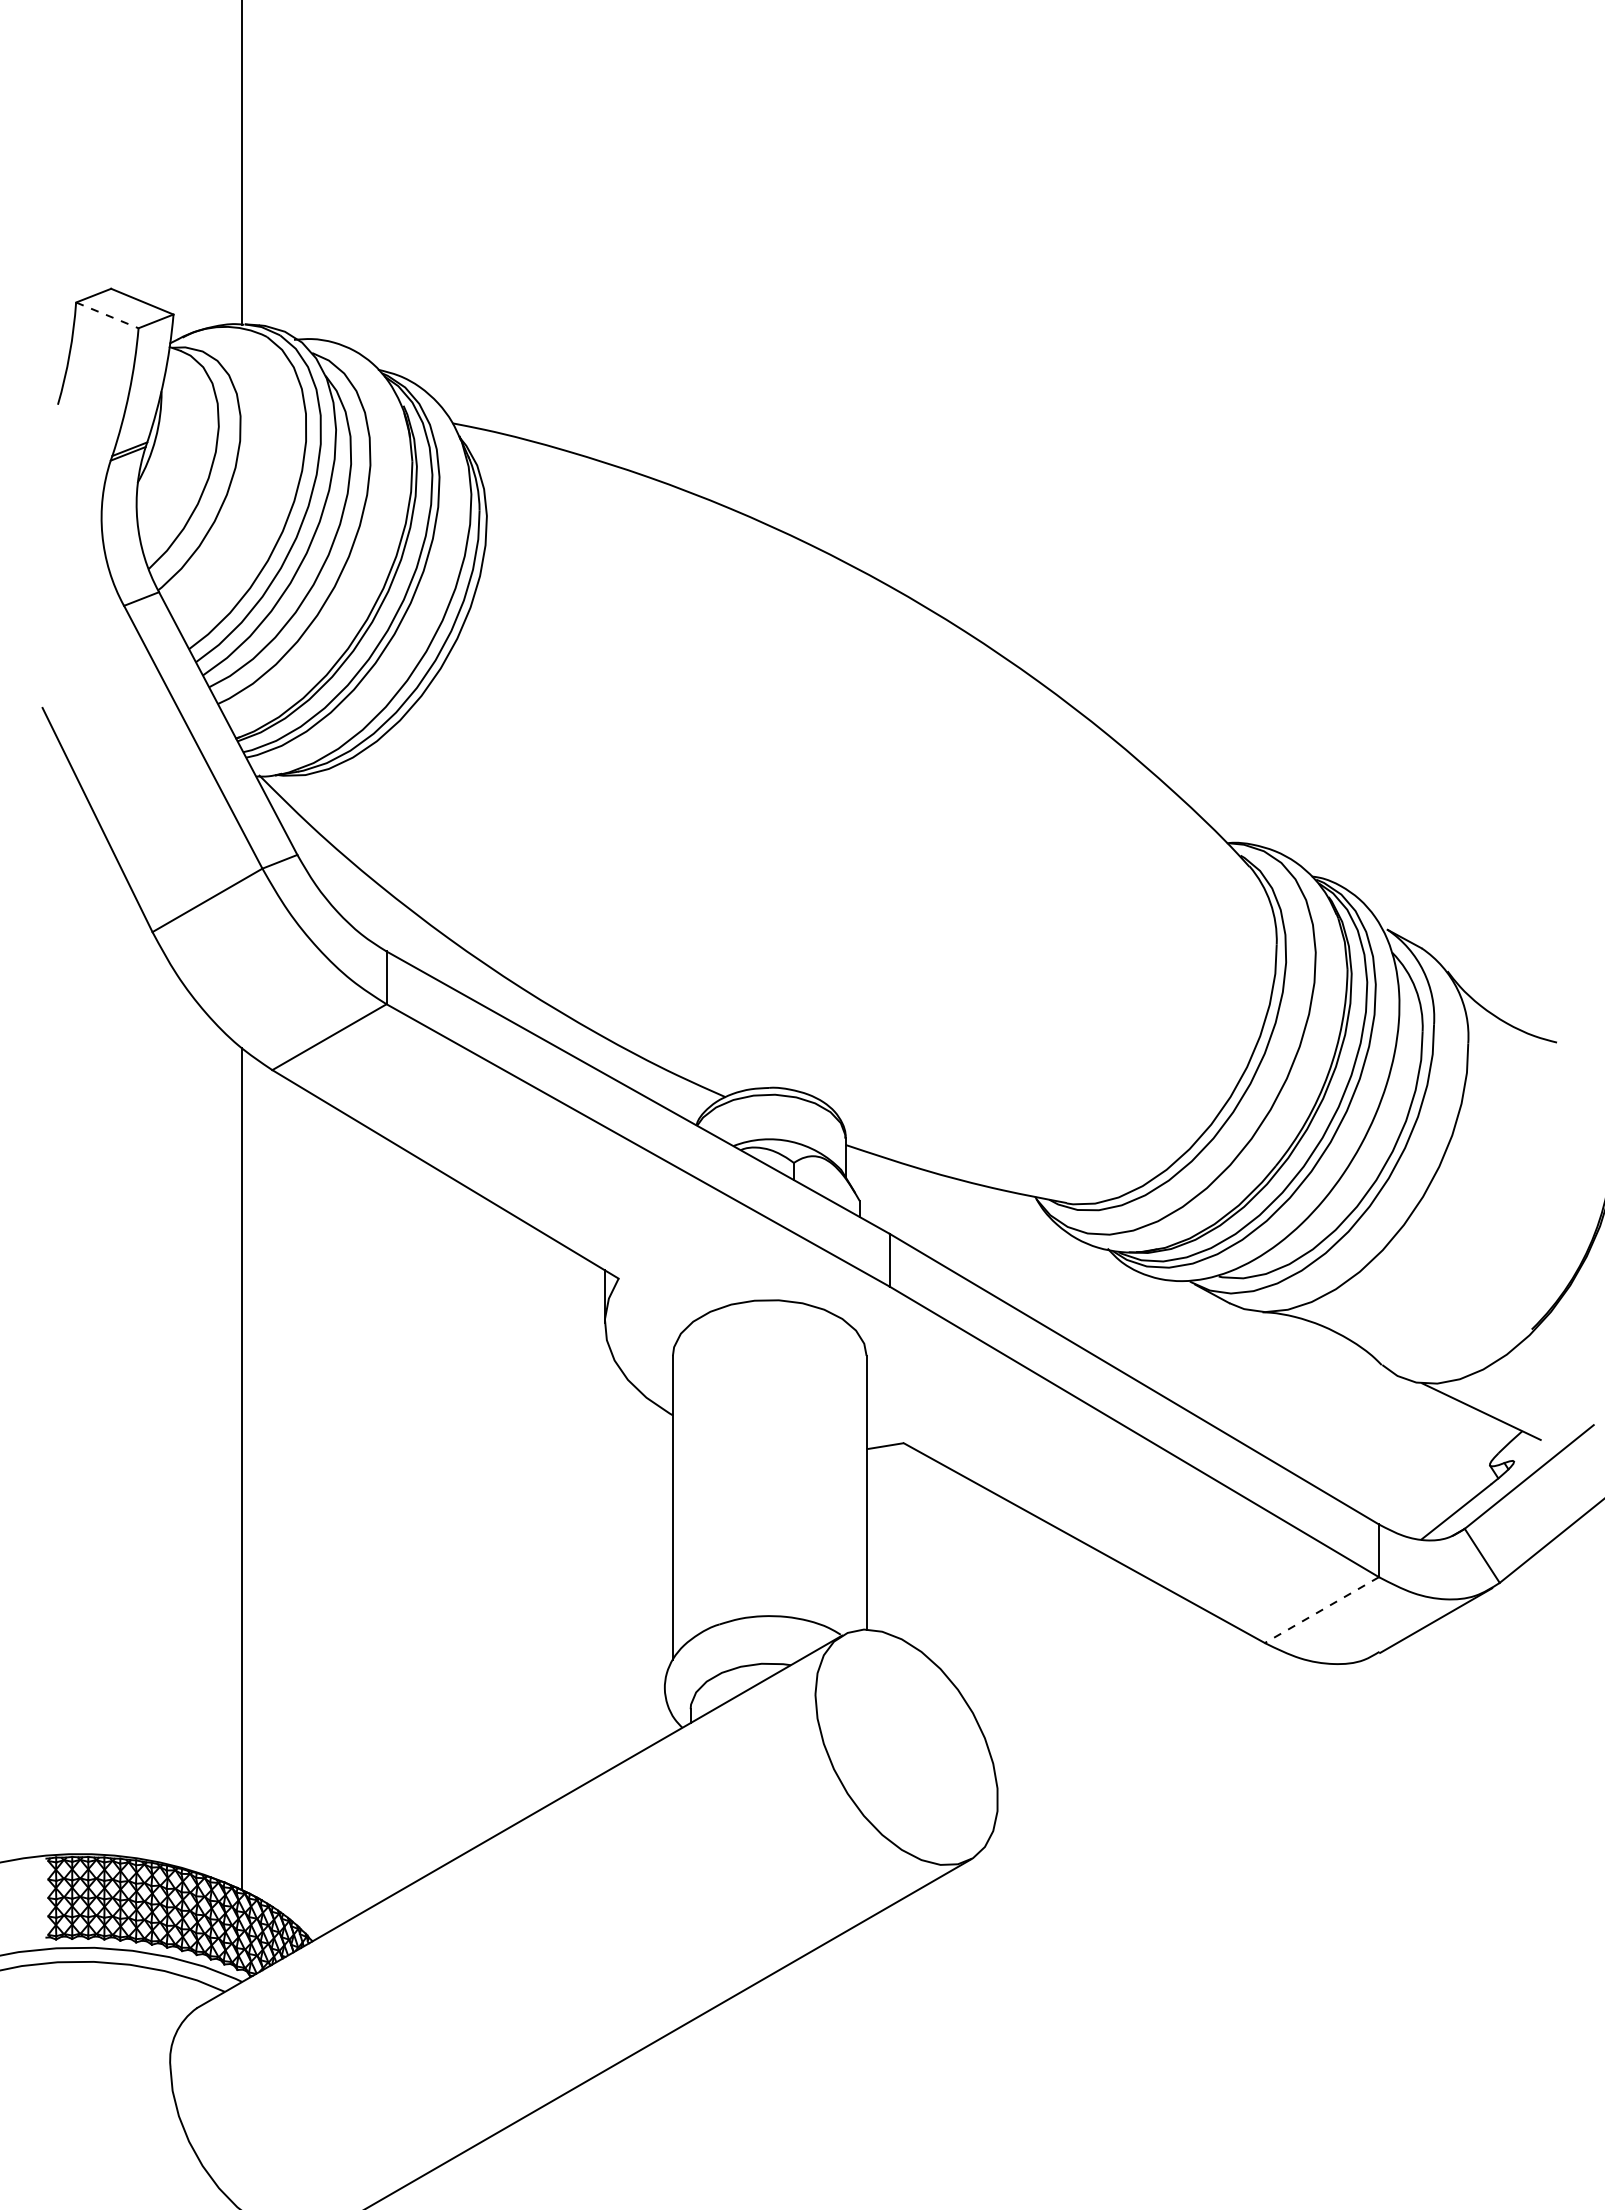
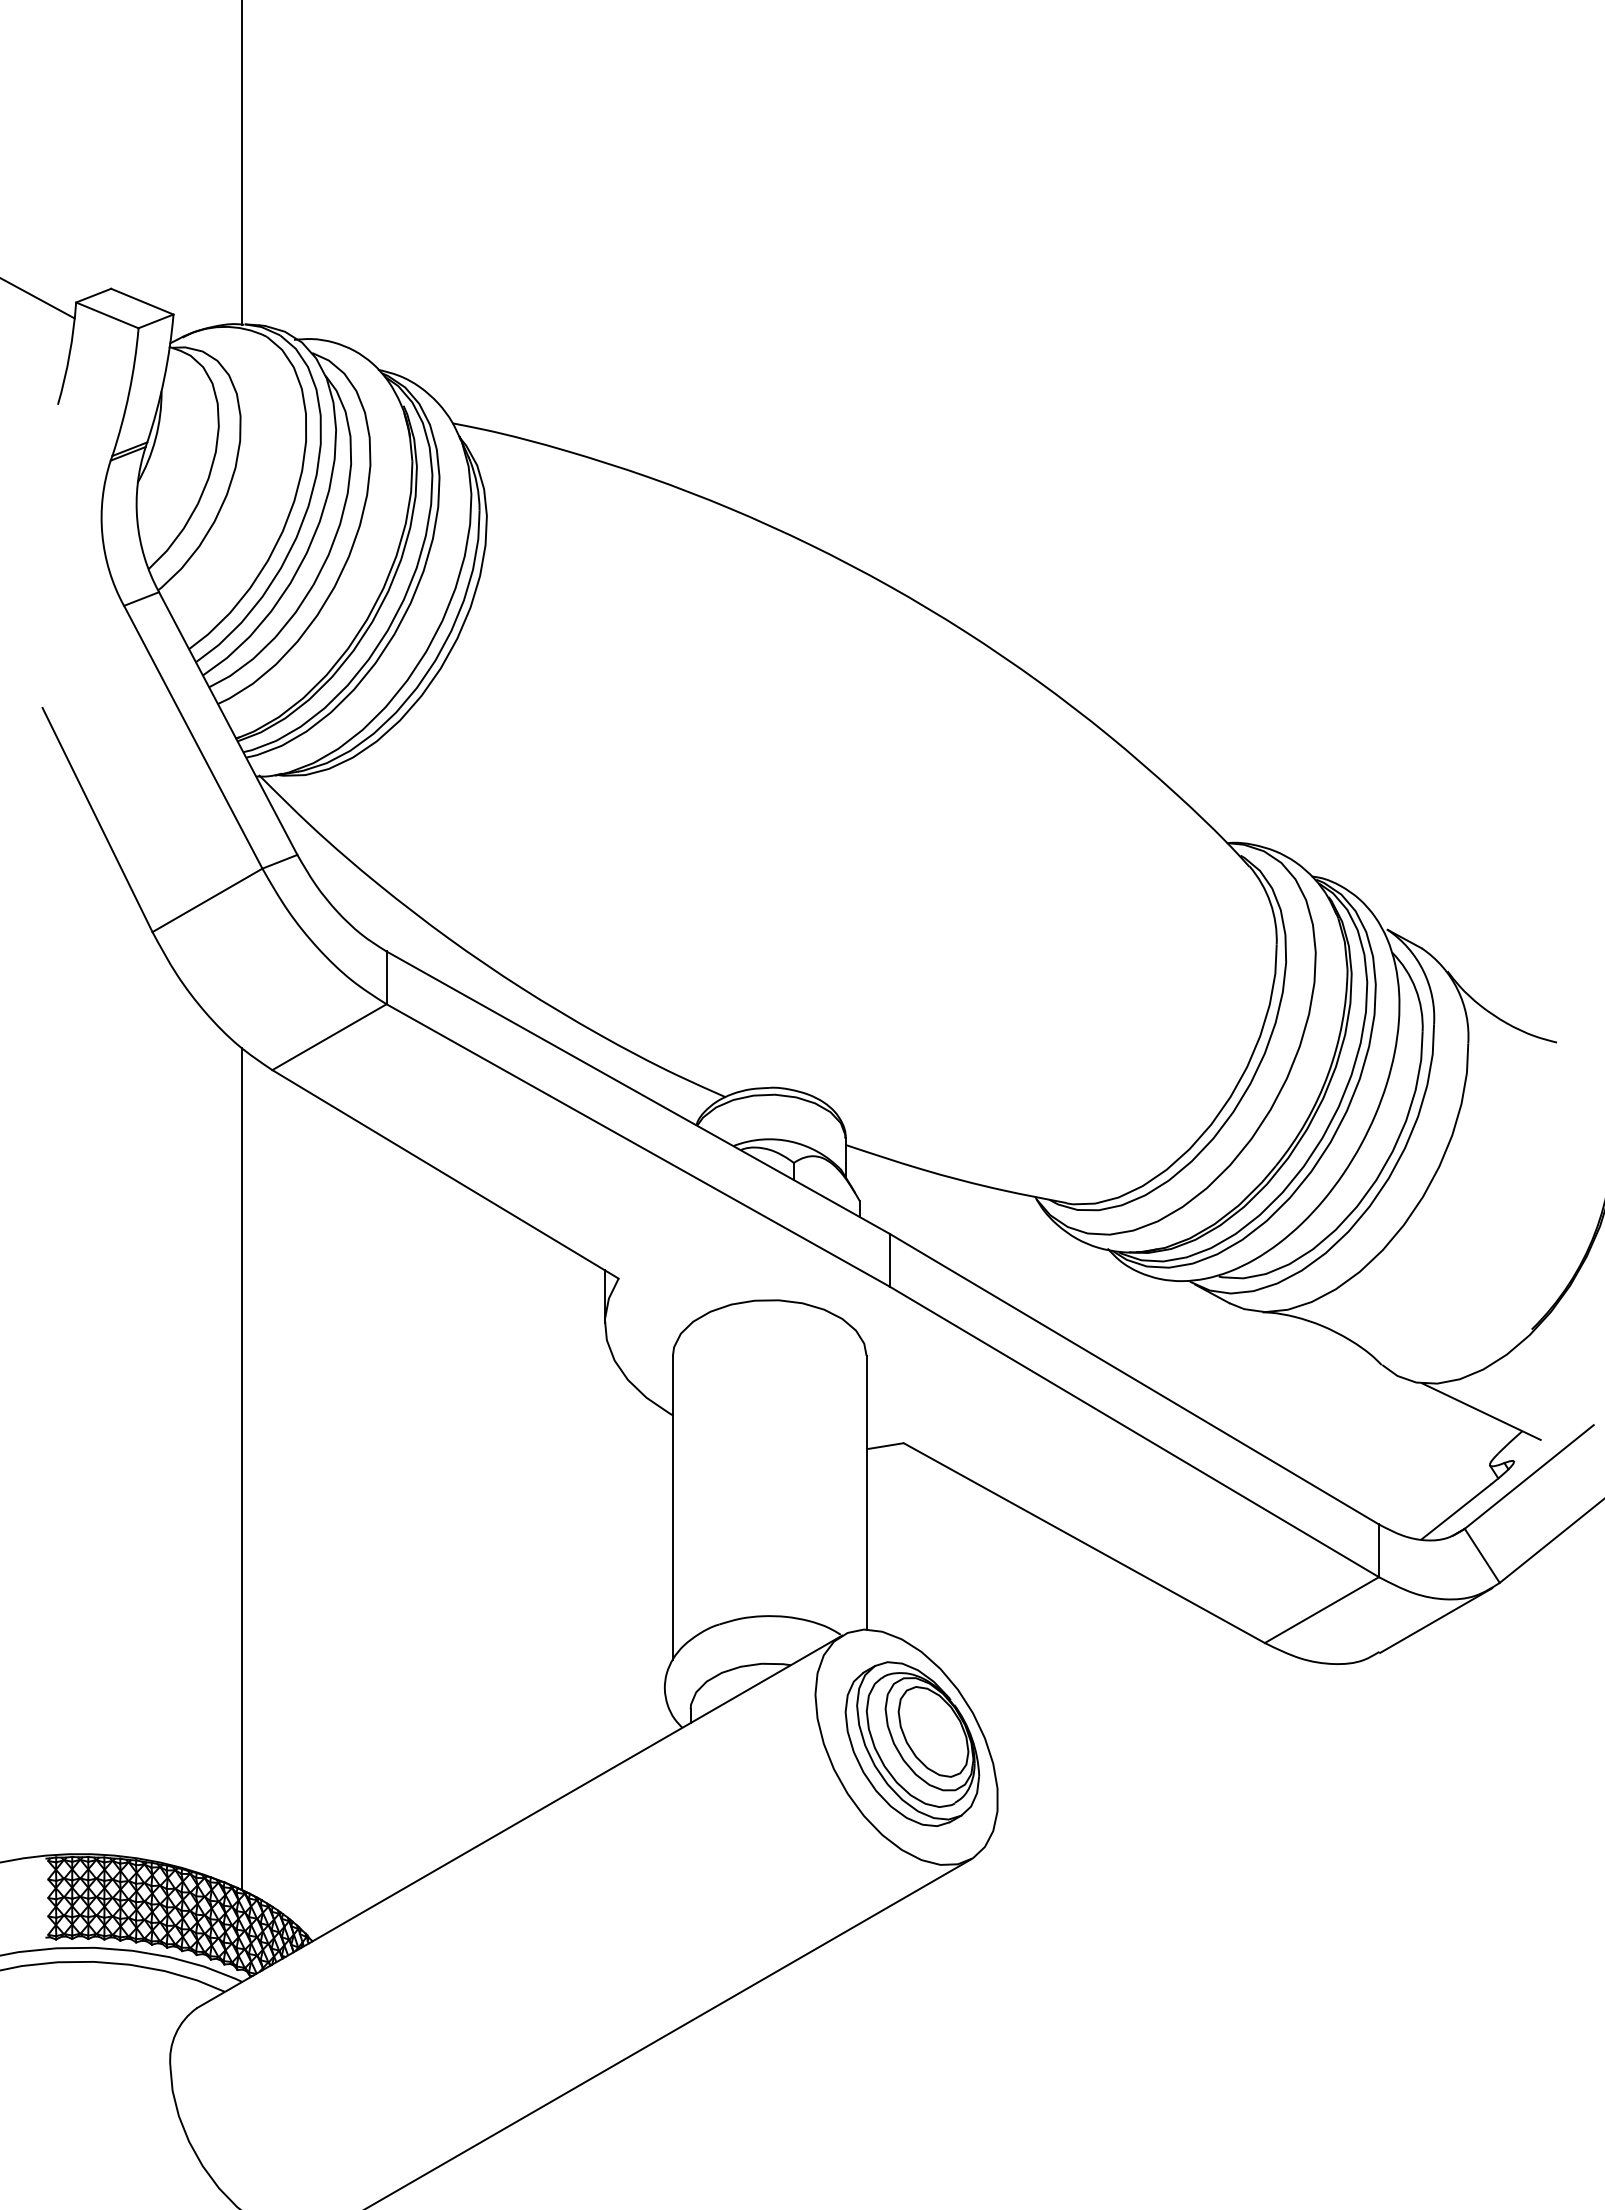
line at (38, 298): none -> present
line at (107, 315): dashed -> solid
line at (1321, 1610): dashed -> solid
part at (912, 1743): none -> present
